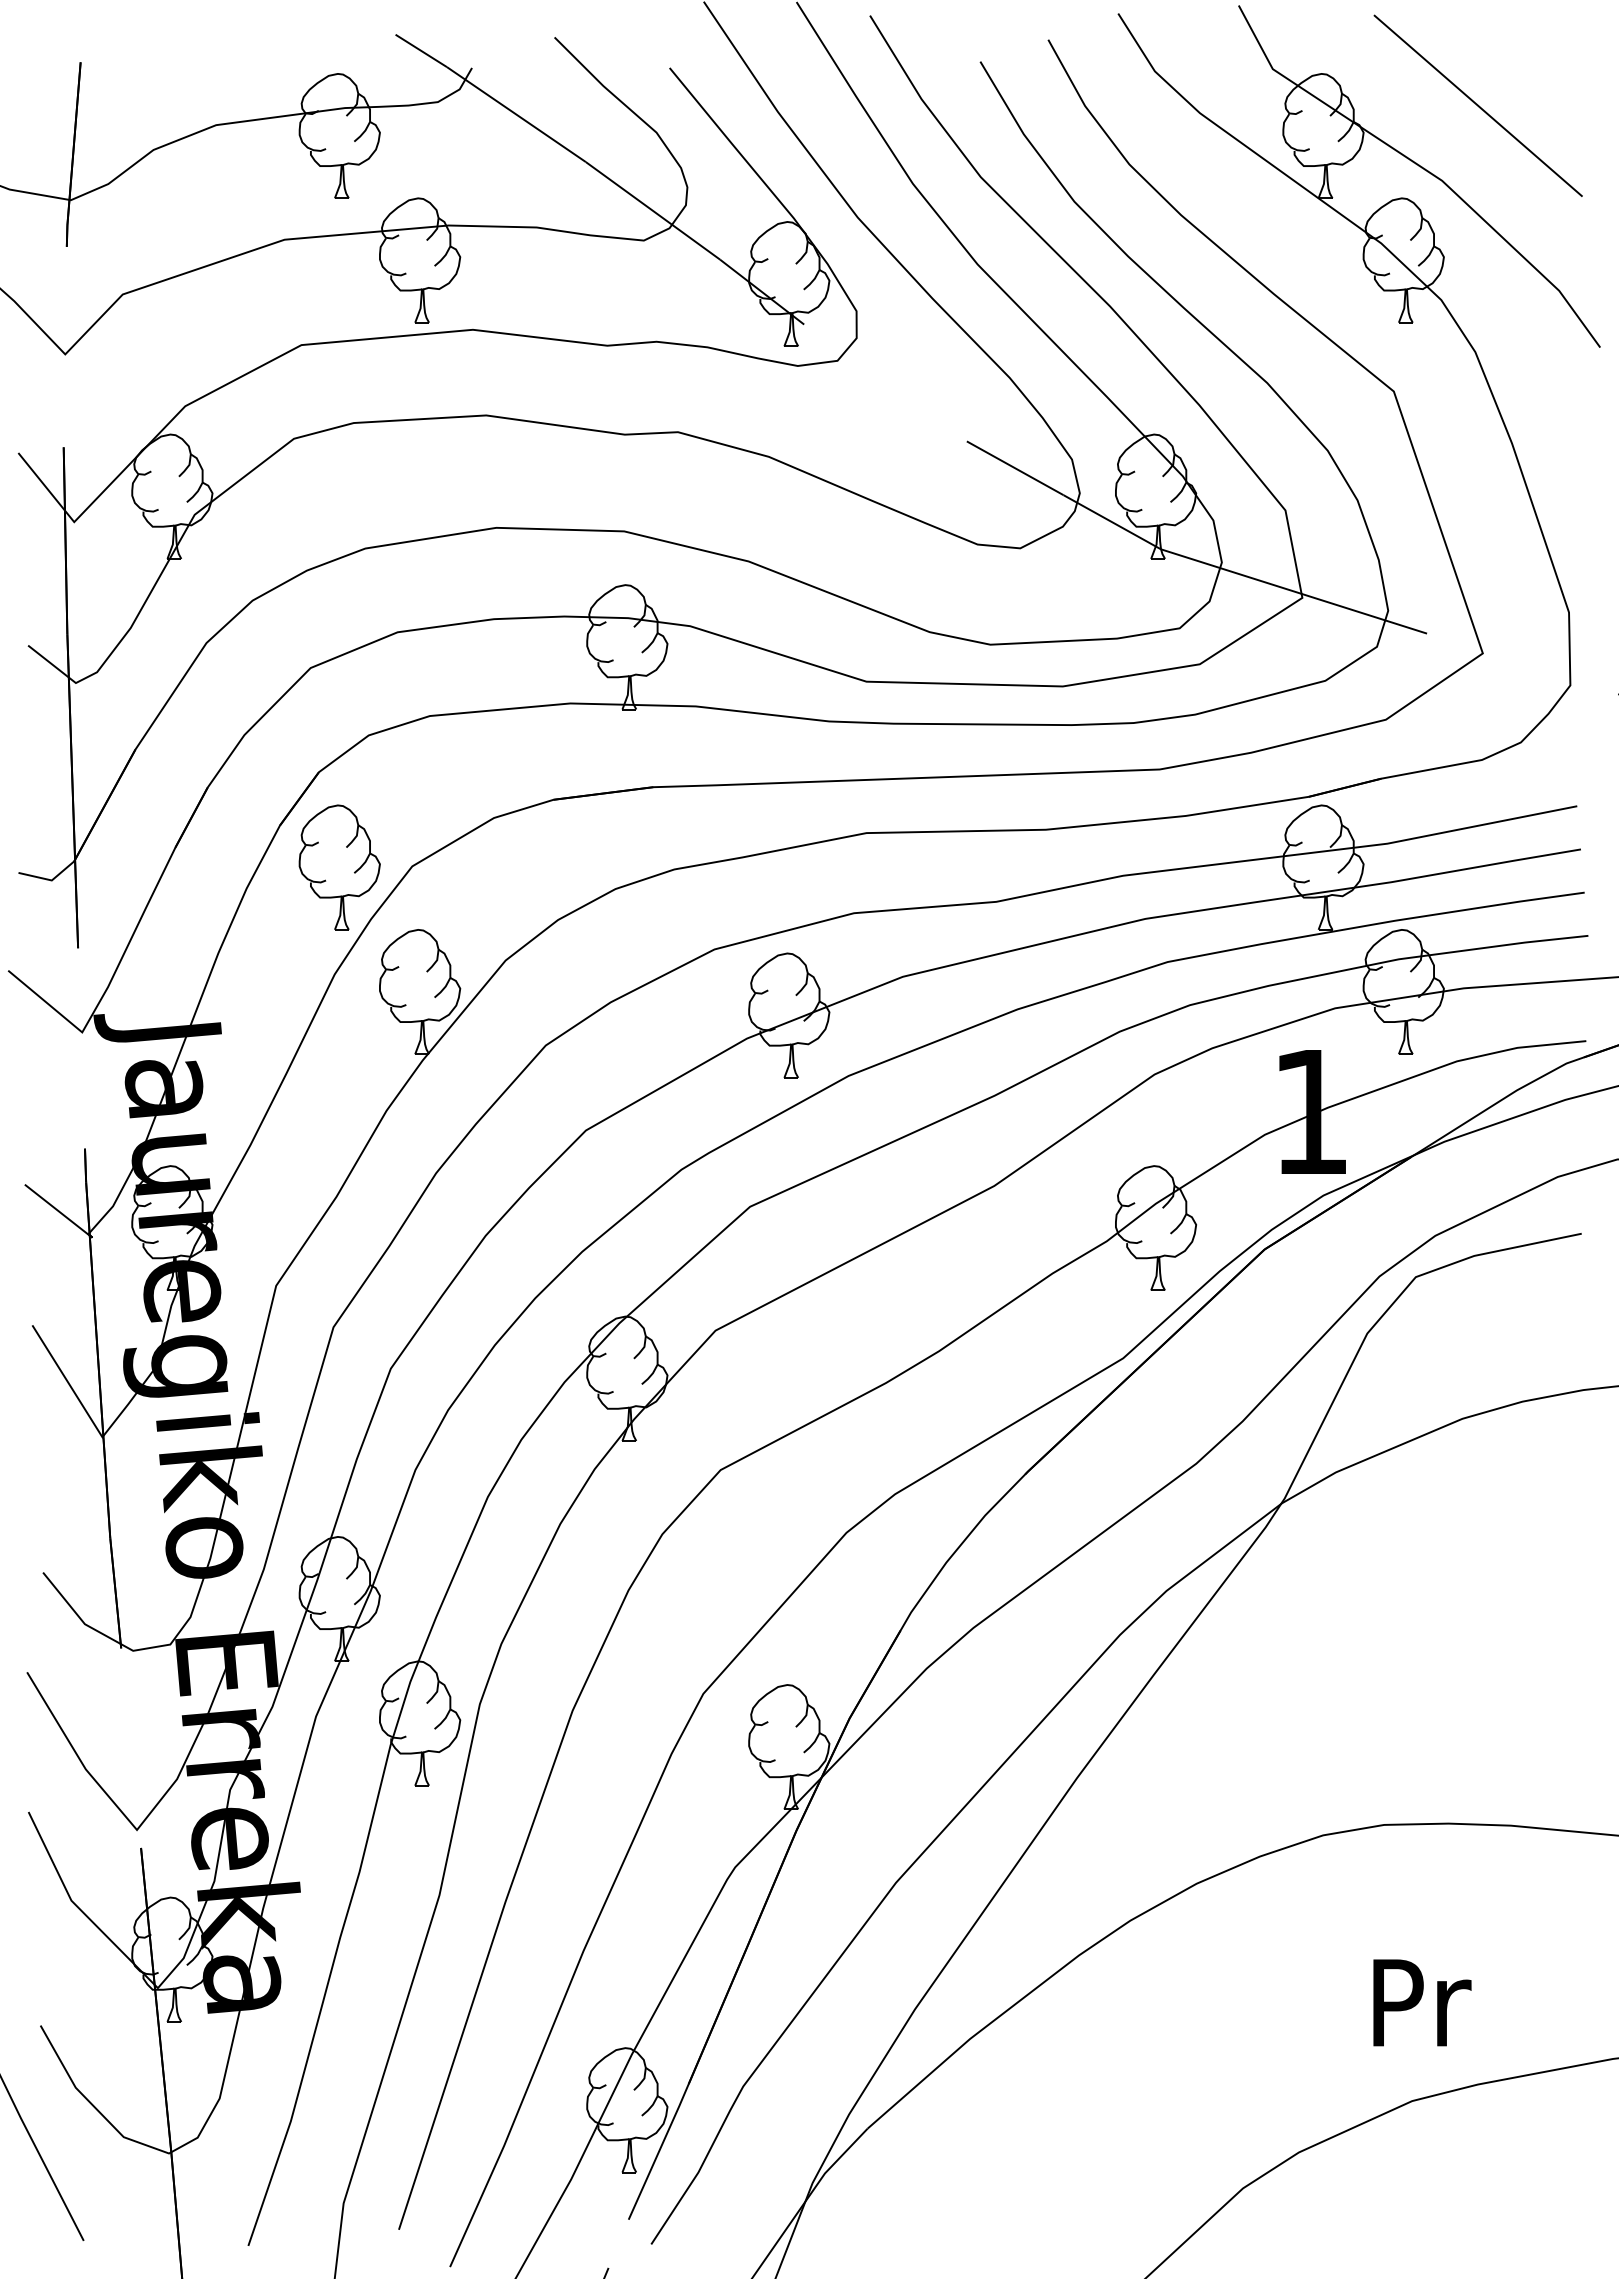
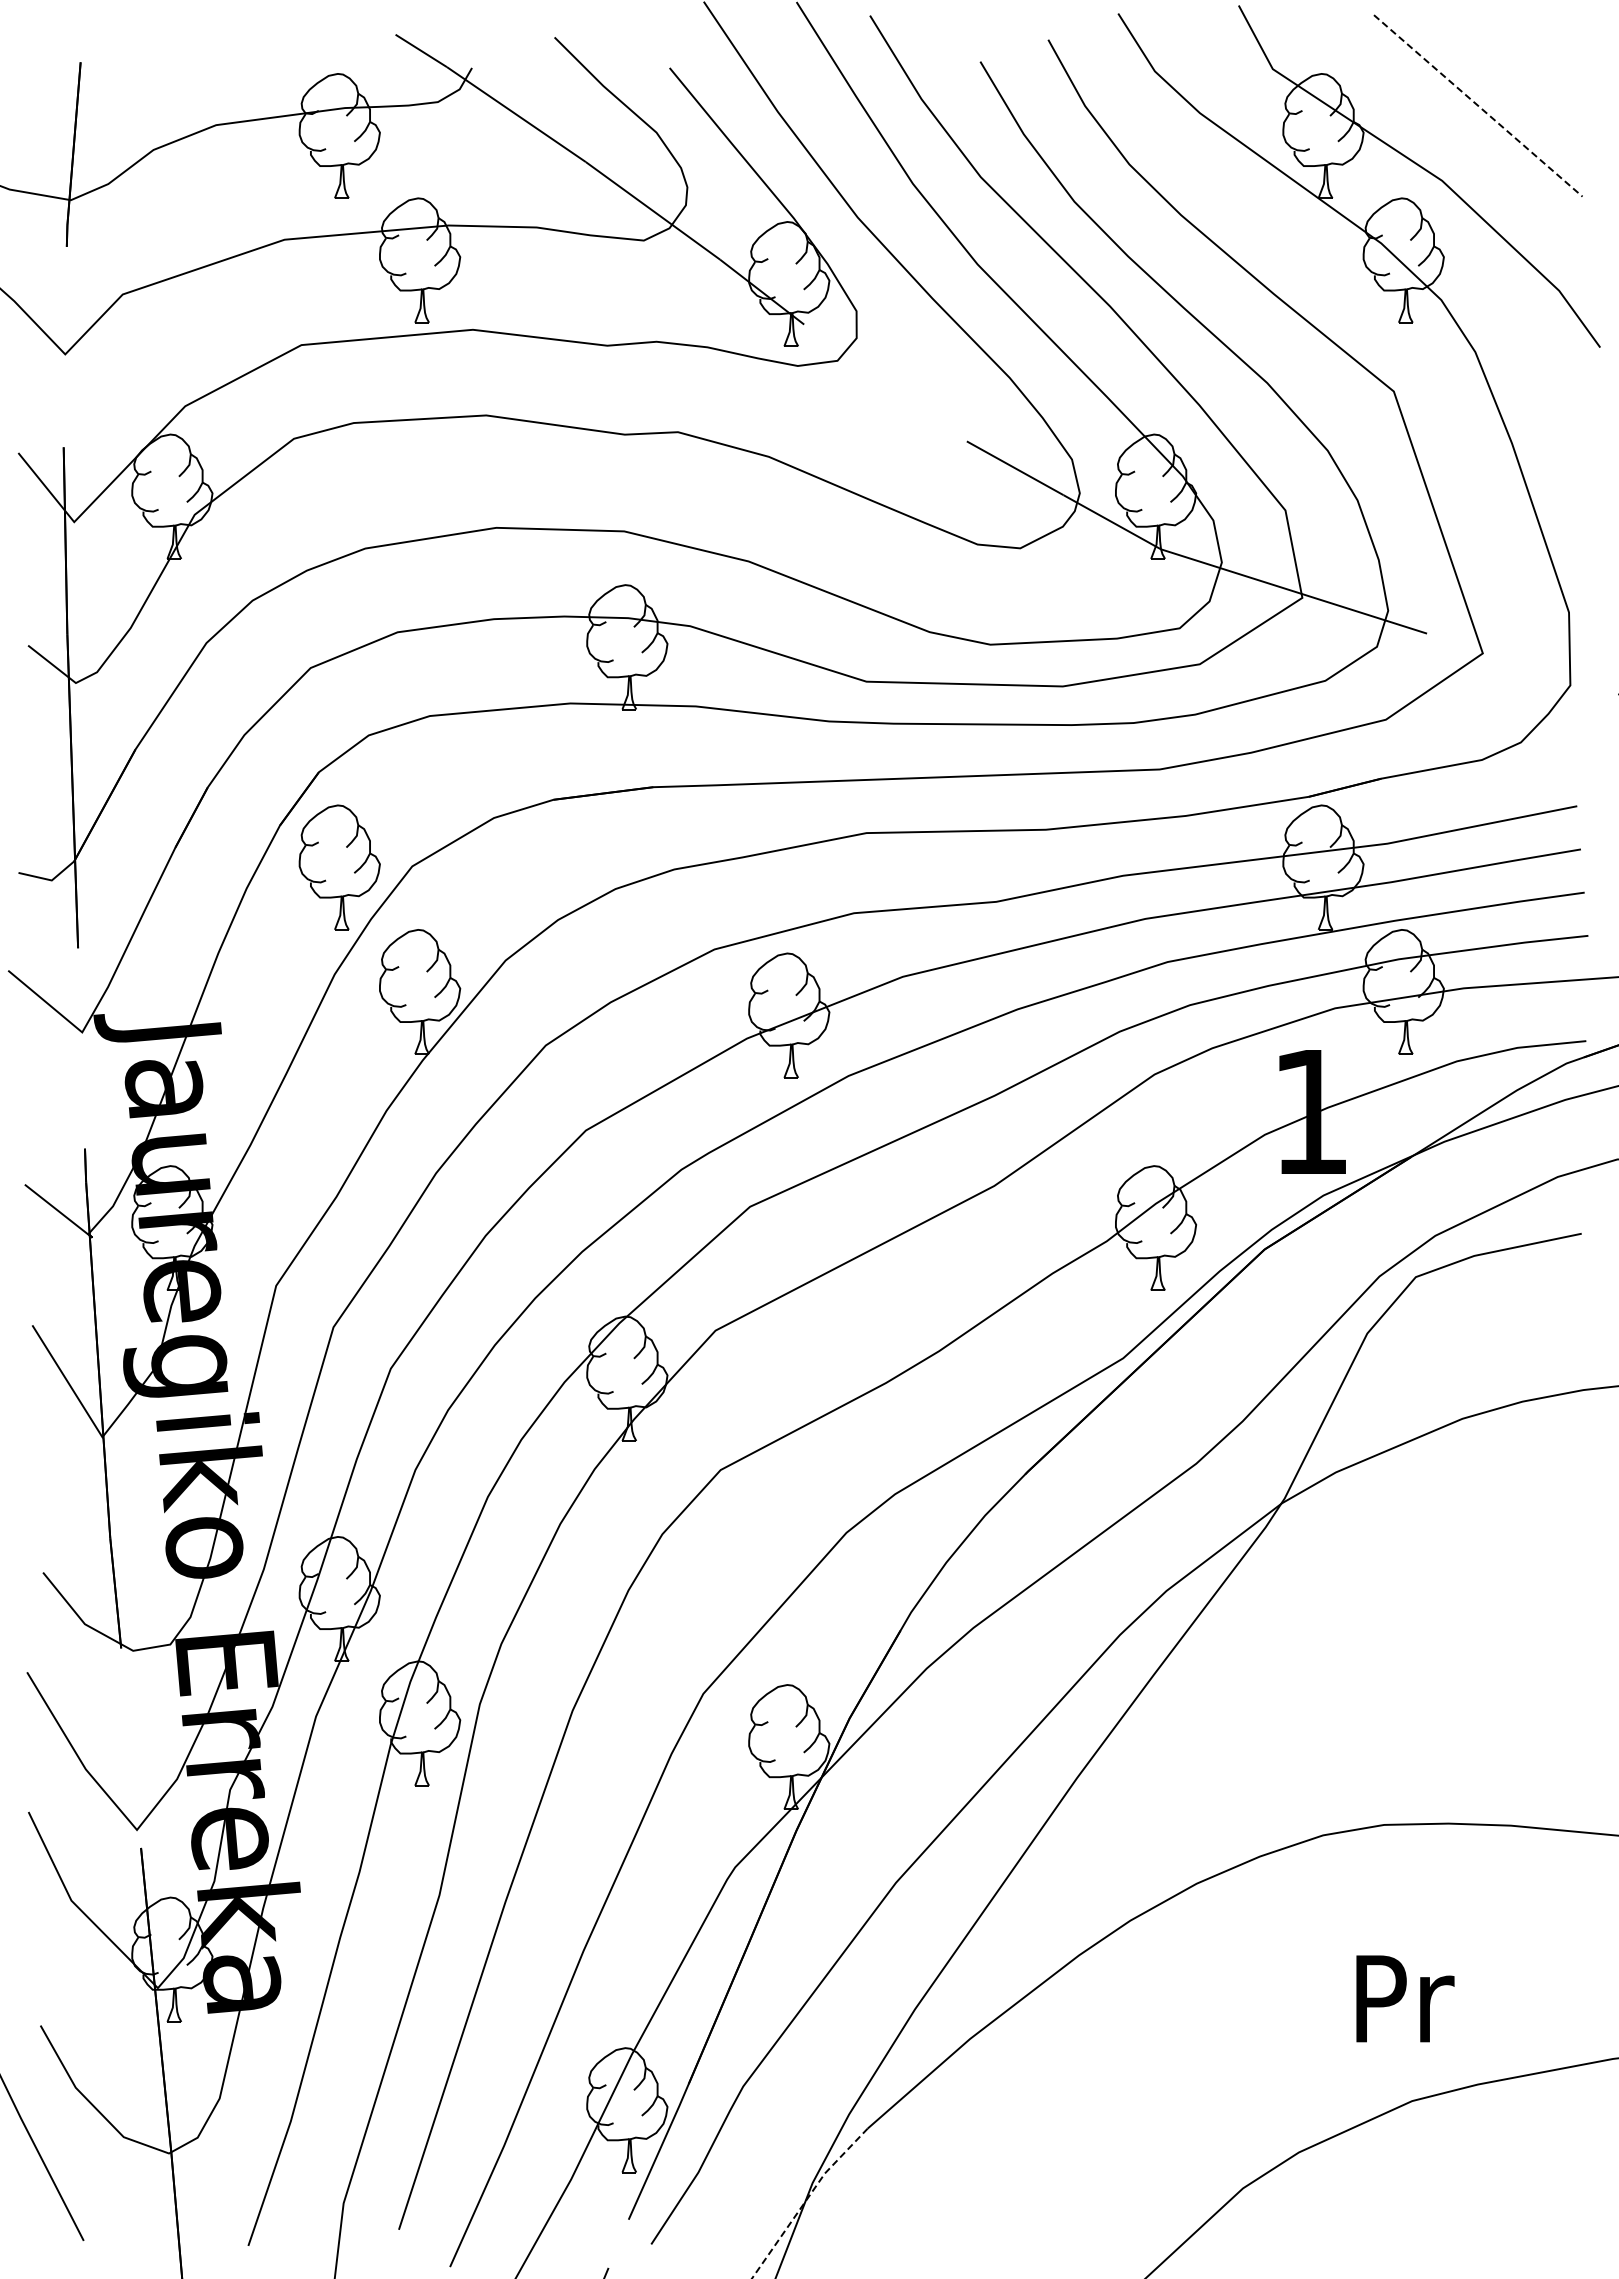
line at (1478, 106): solid -> dashed
text at (1422, 2002) position: (1422, 2002) -> (1405, 1998)
line at (806, 2199): solid -> dashed
